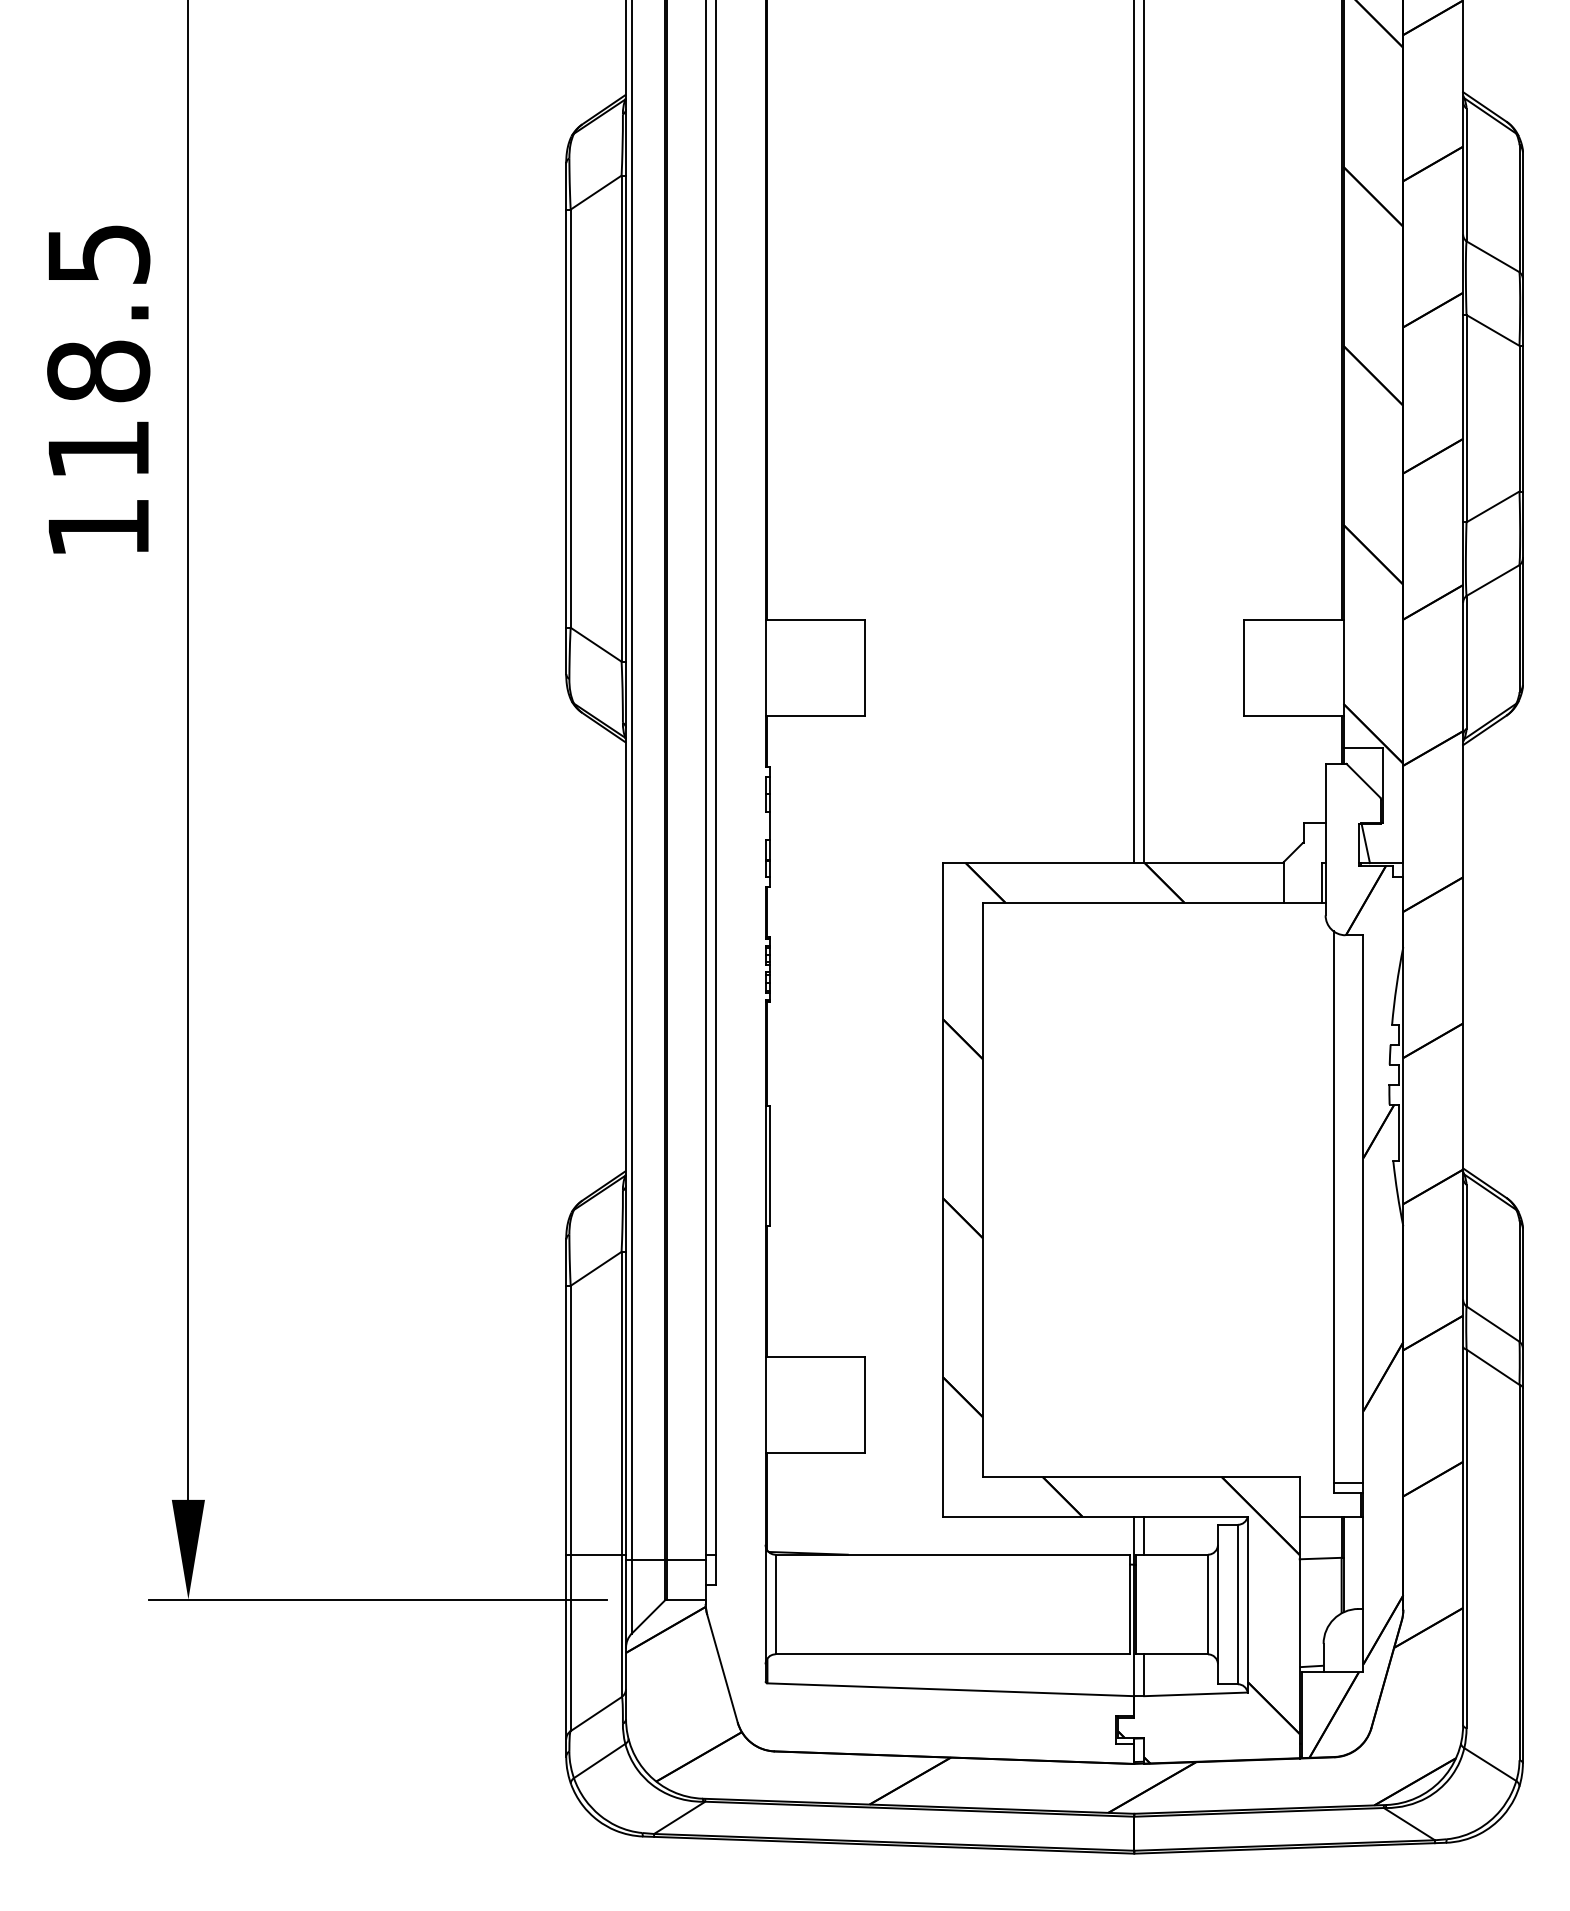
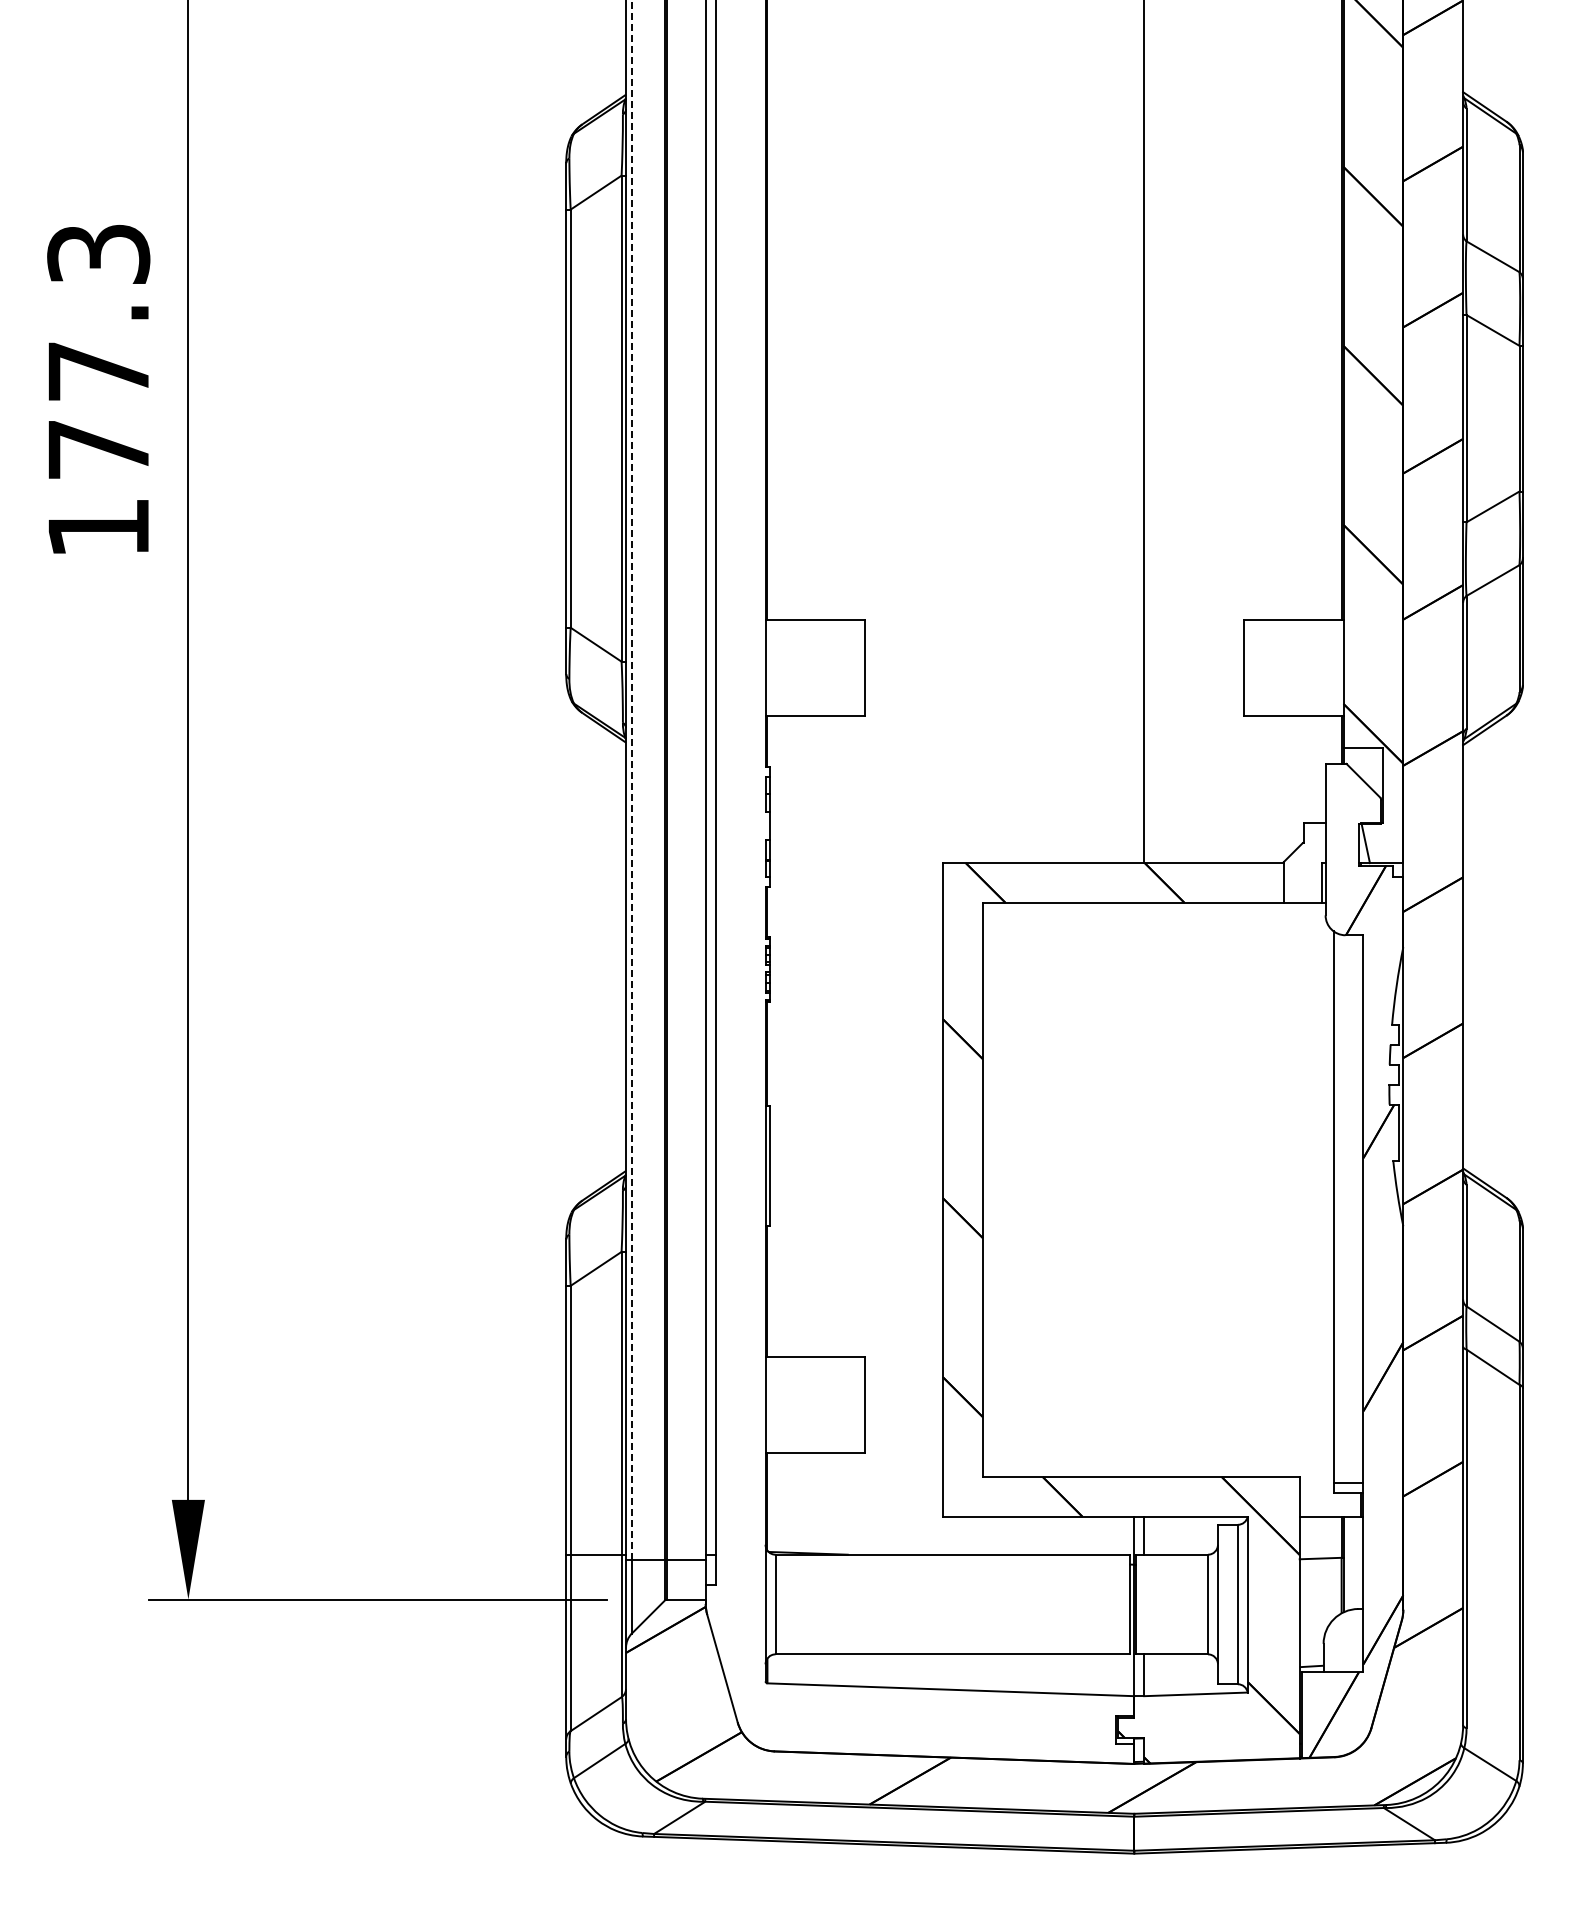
text at (98, 351): 118.5 -> 177.3
line at (1134, 432): present -> none
line at (631, 780): solid -> dashed
